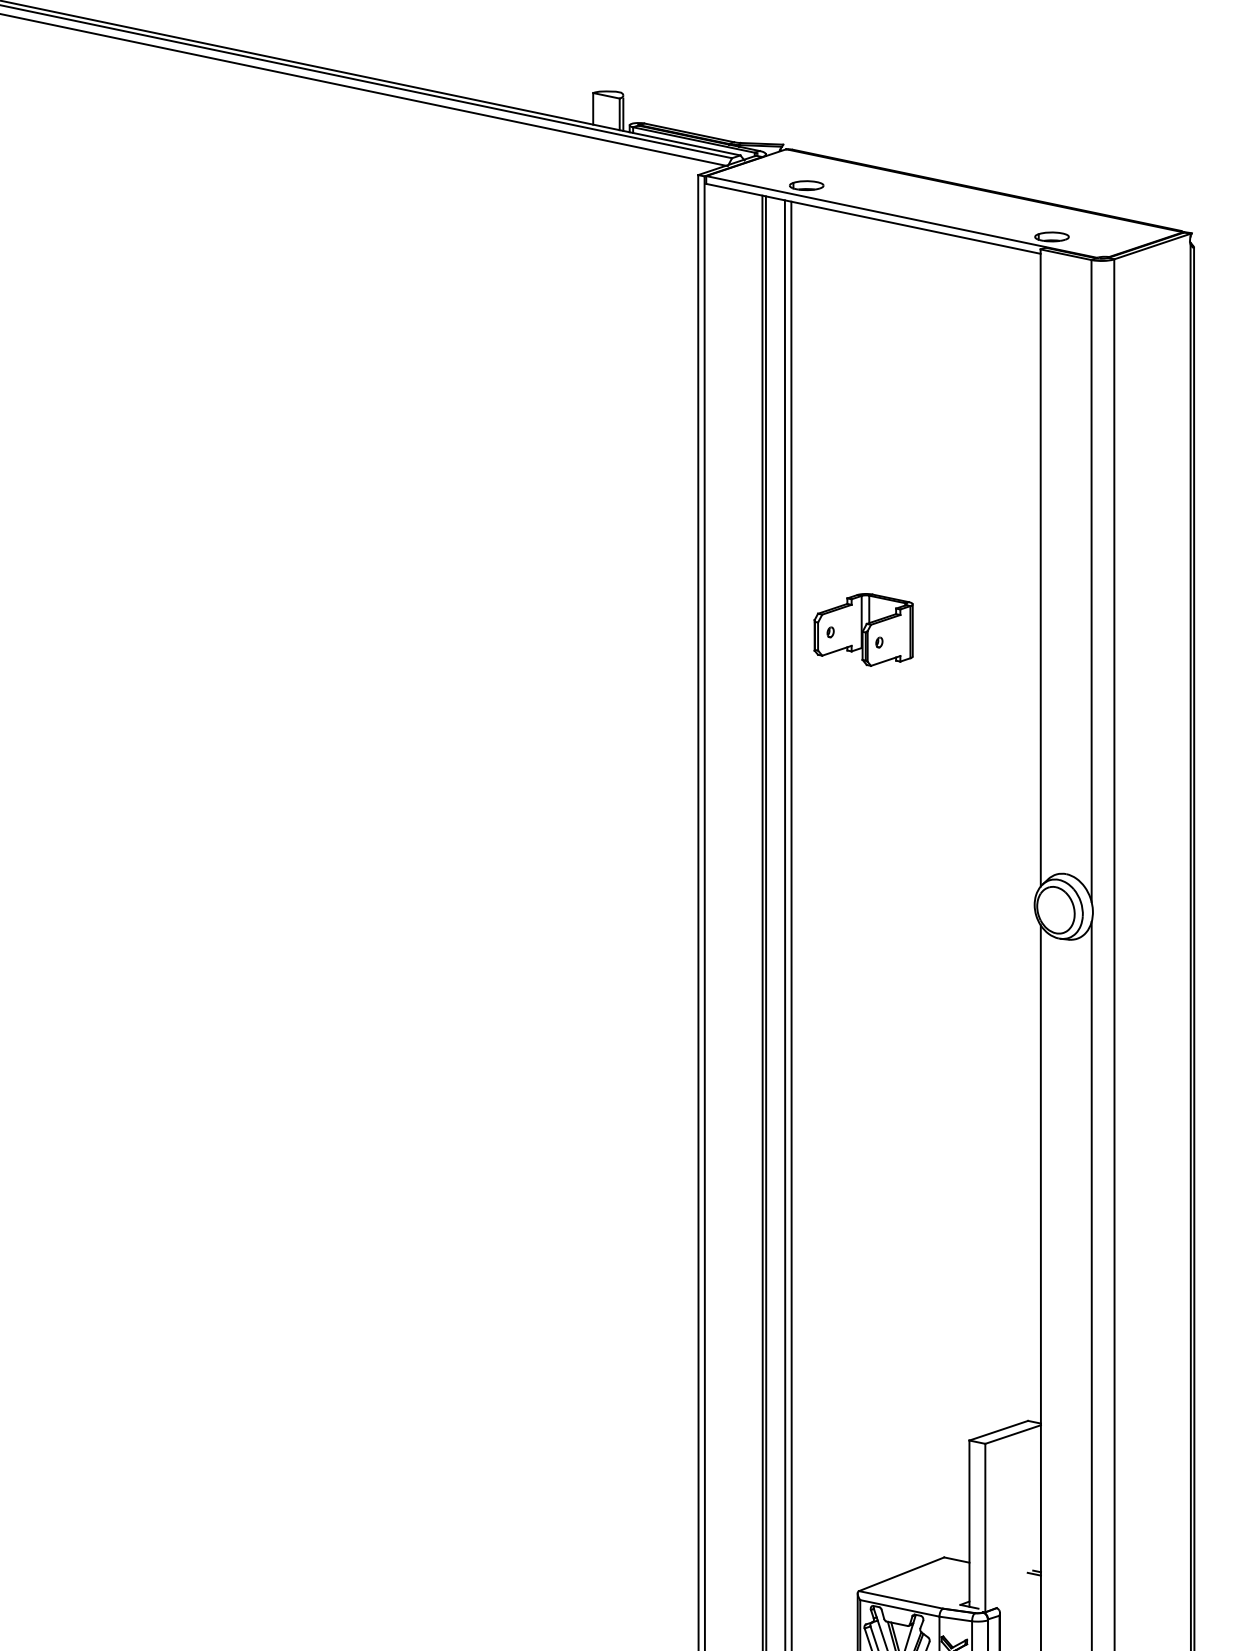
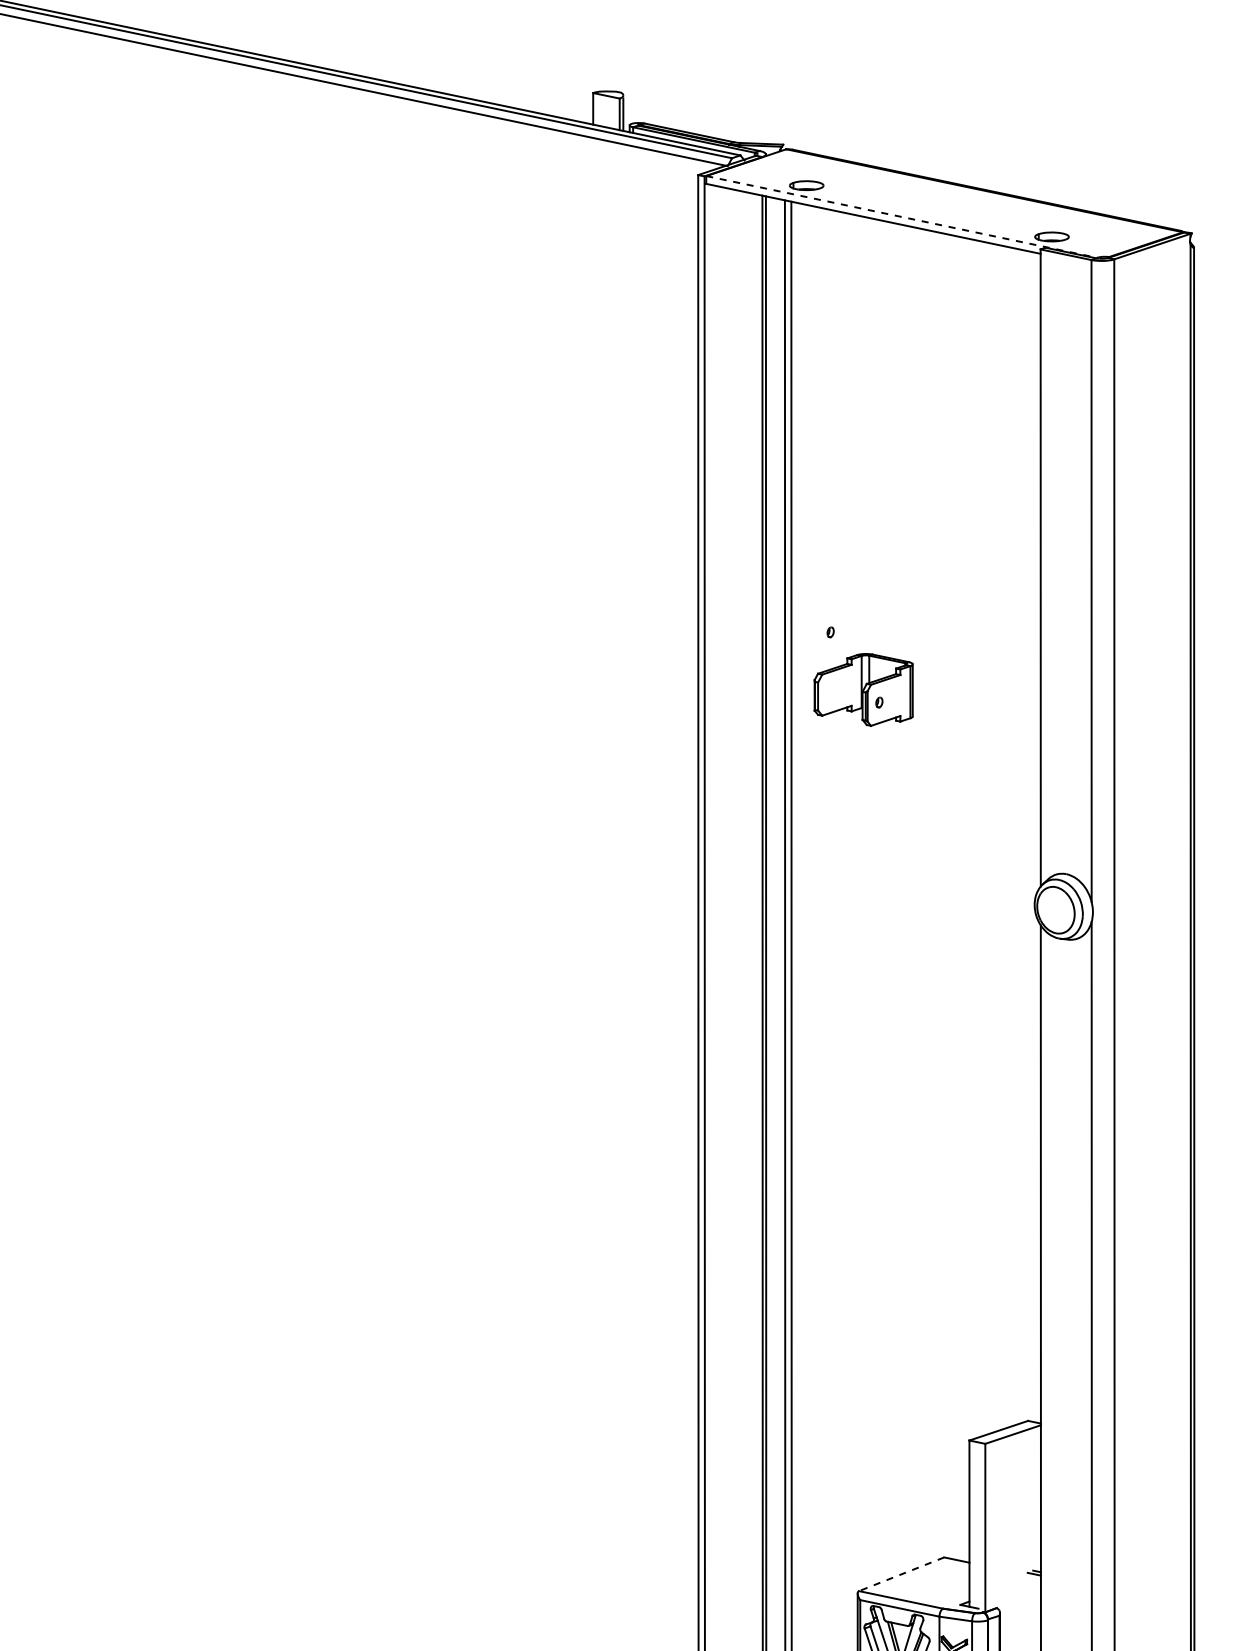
line at (901, 216): solid -> dashed
part at (863, 629) position: (863, 629) -> (863, 689)
line at (901, 1574): solid -> dashed
